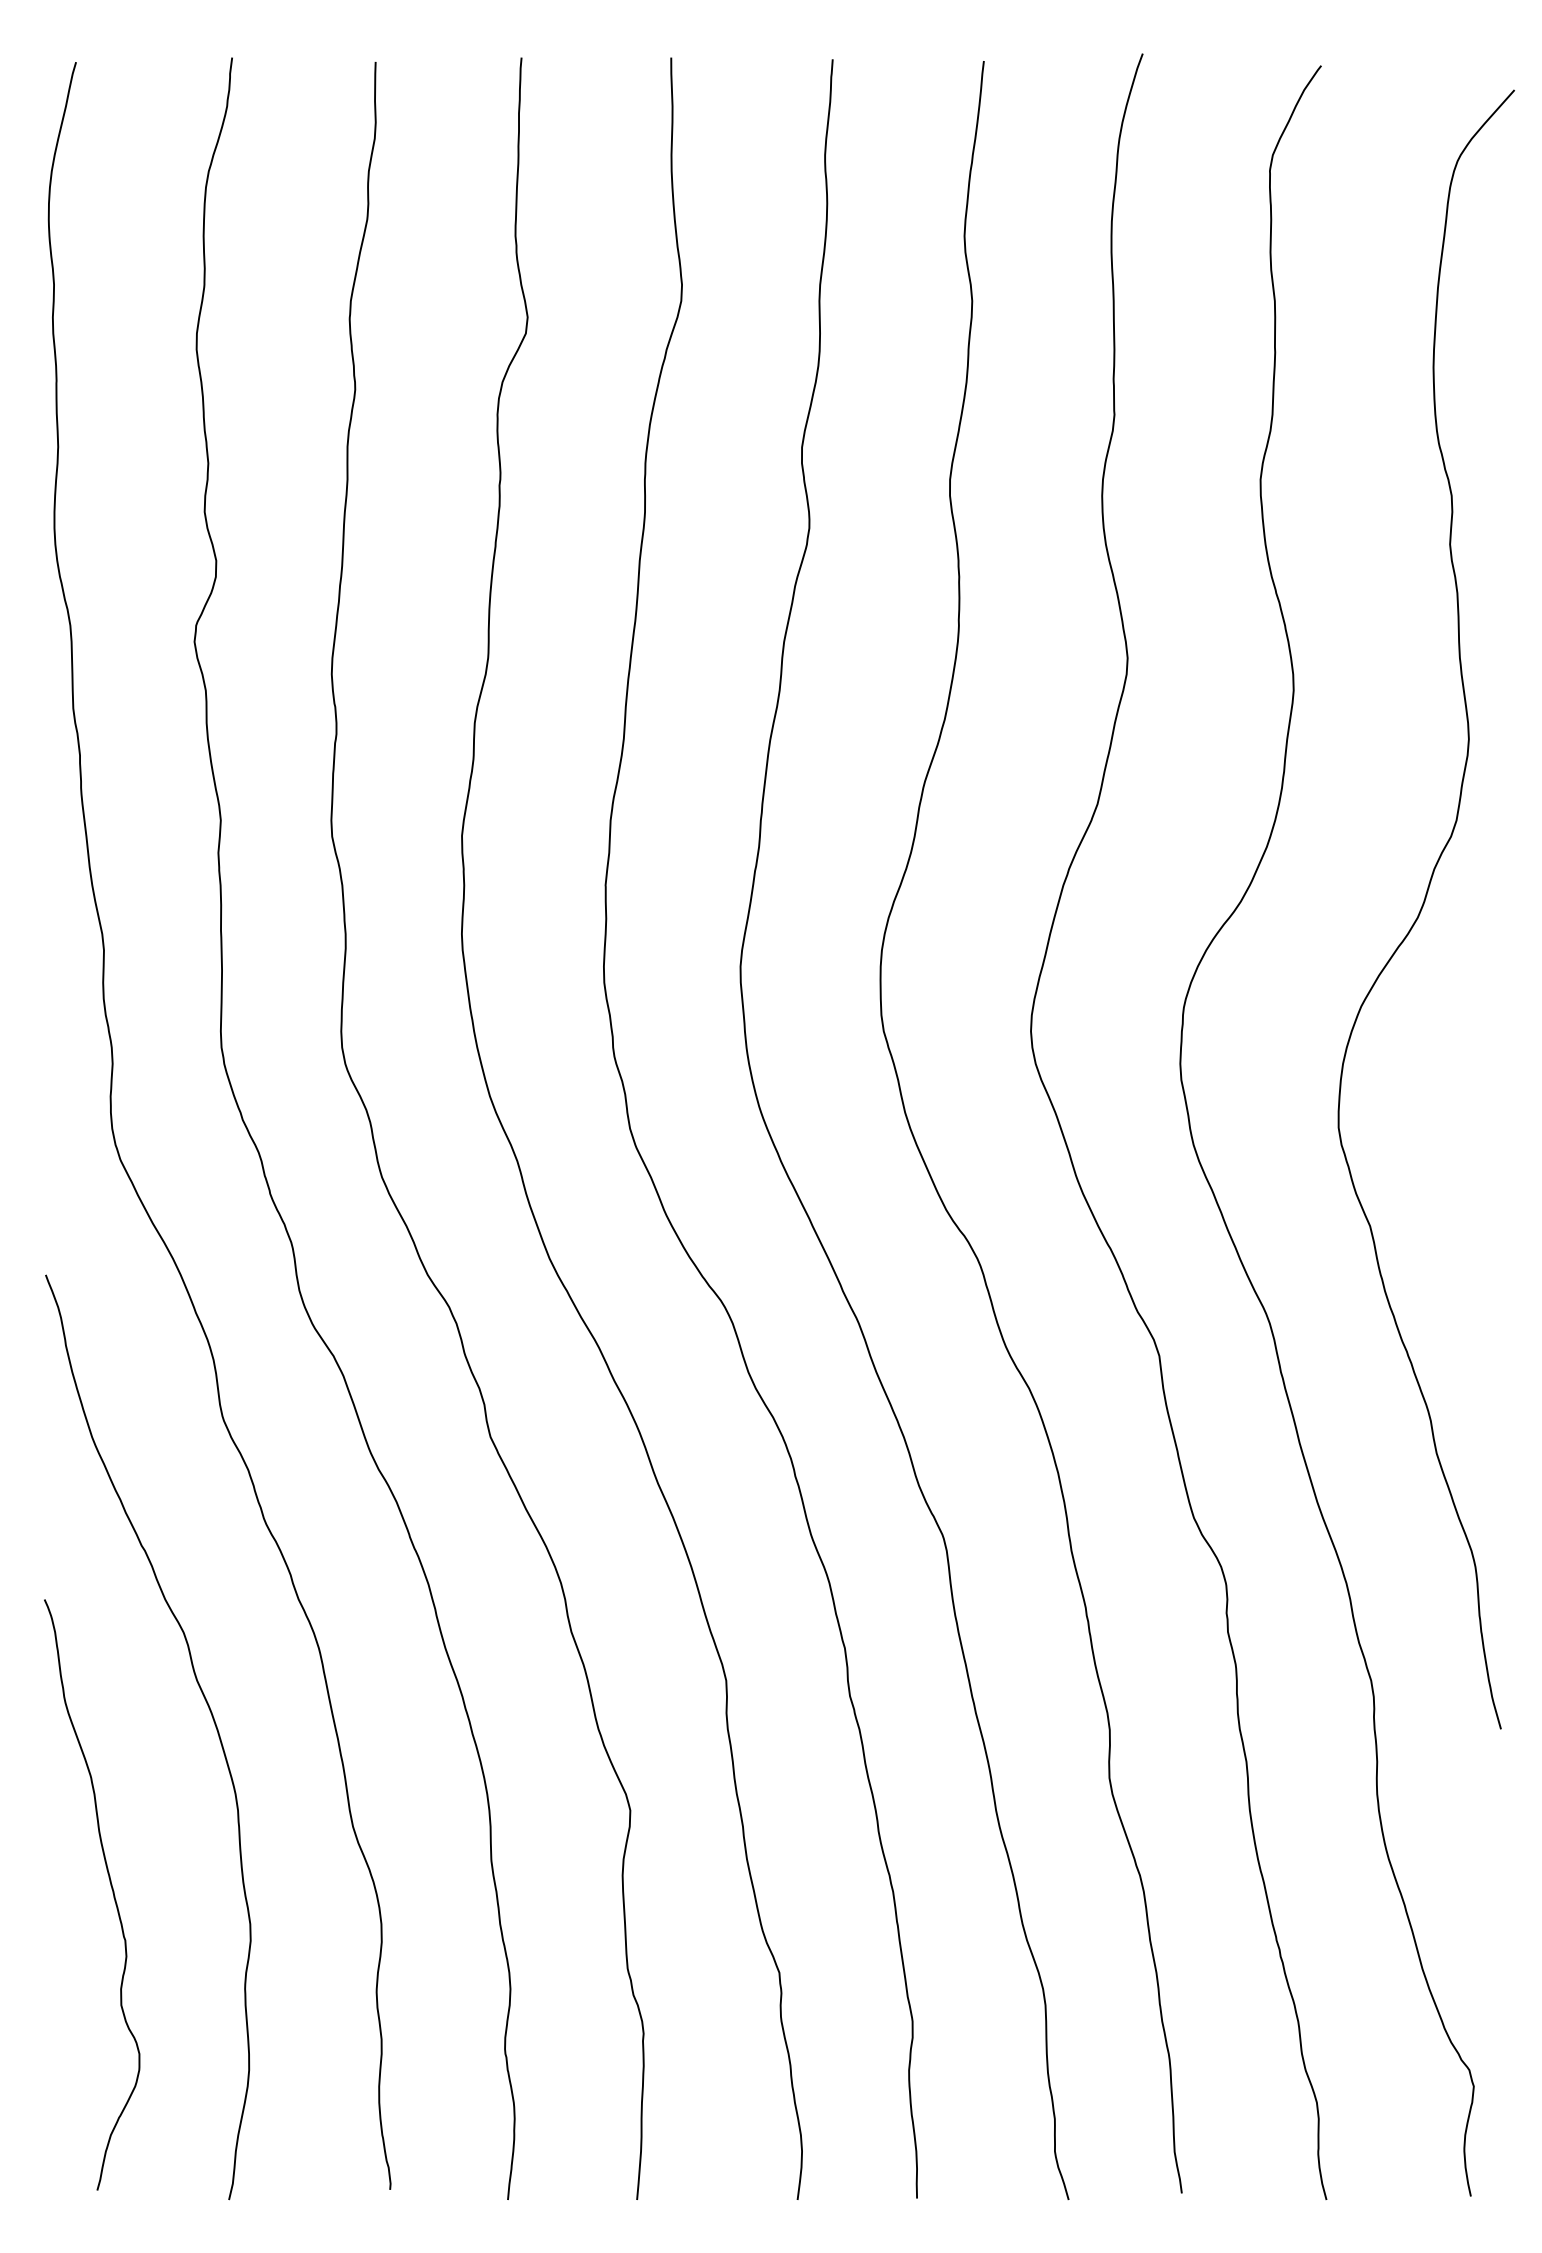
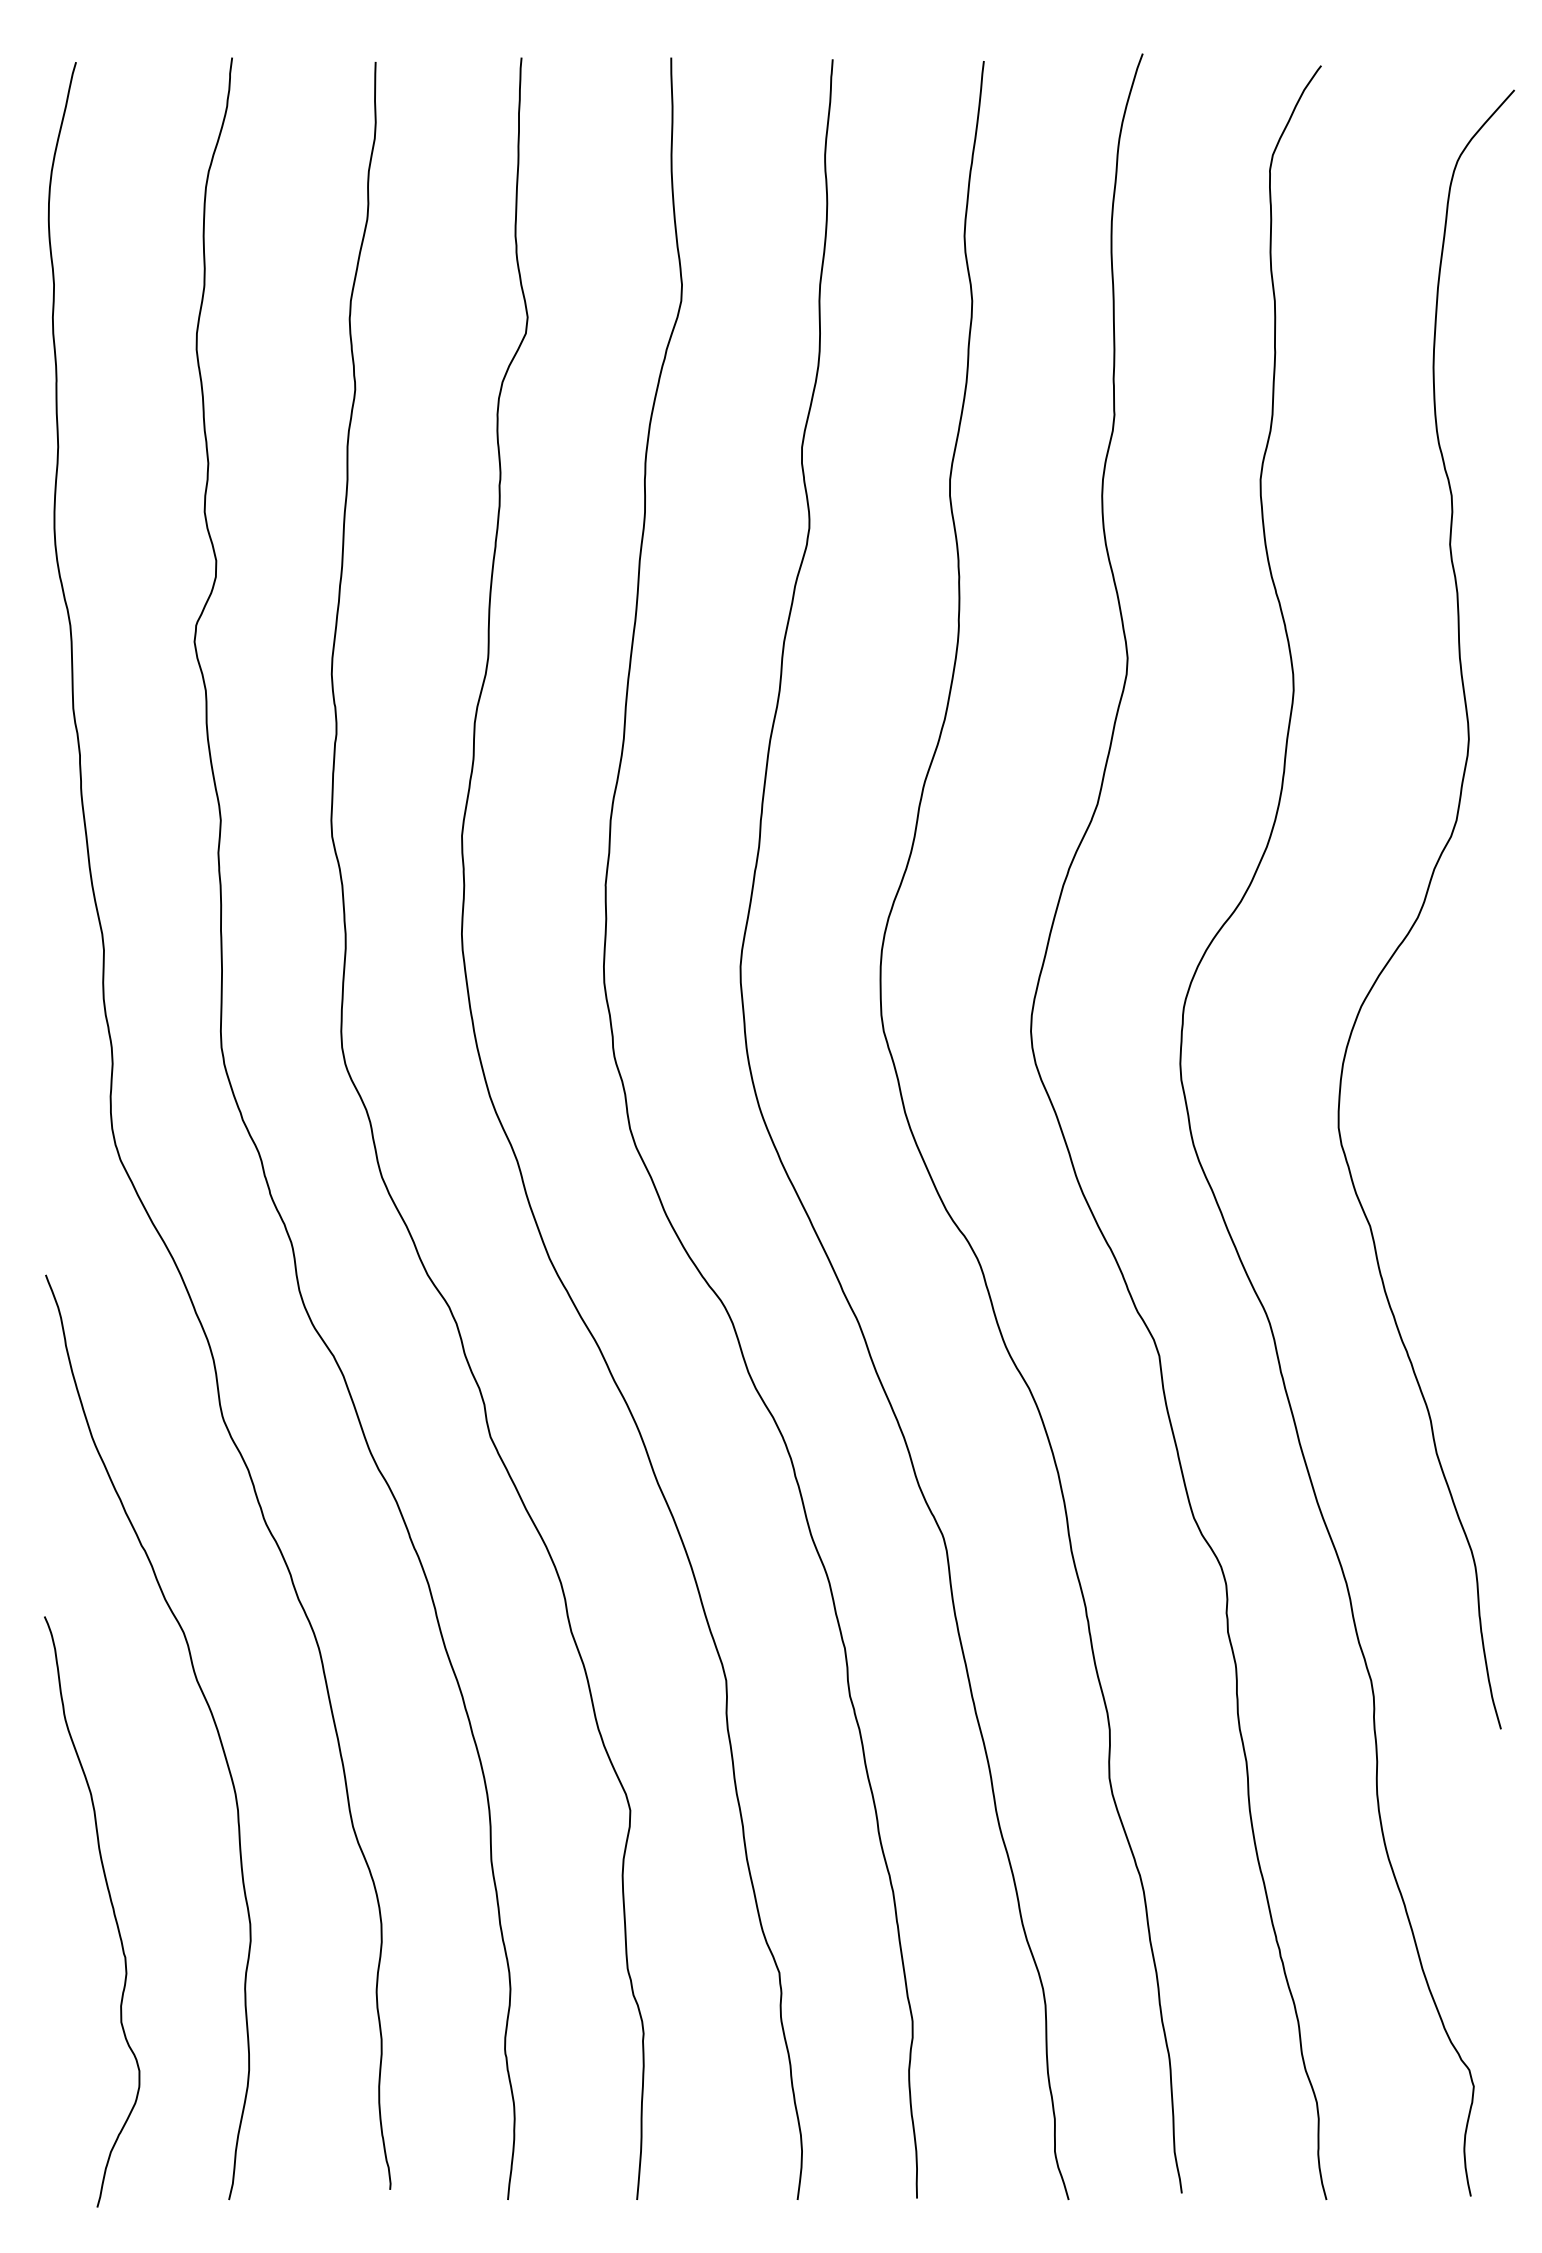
curve at (111, 1889) position: (111, 1889) -> (111, 1906)
